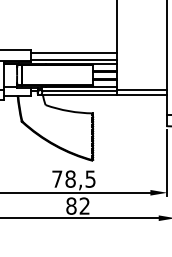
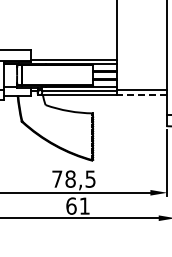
line at (73, 53): present -> none
line at (142, 94): solid -> dashed
text at (77, 205): 82 -> 61
